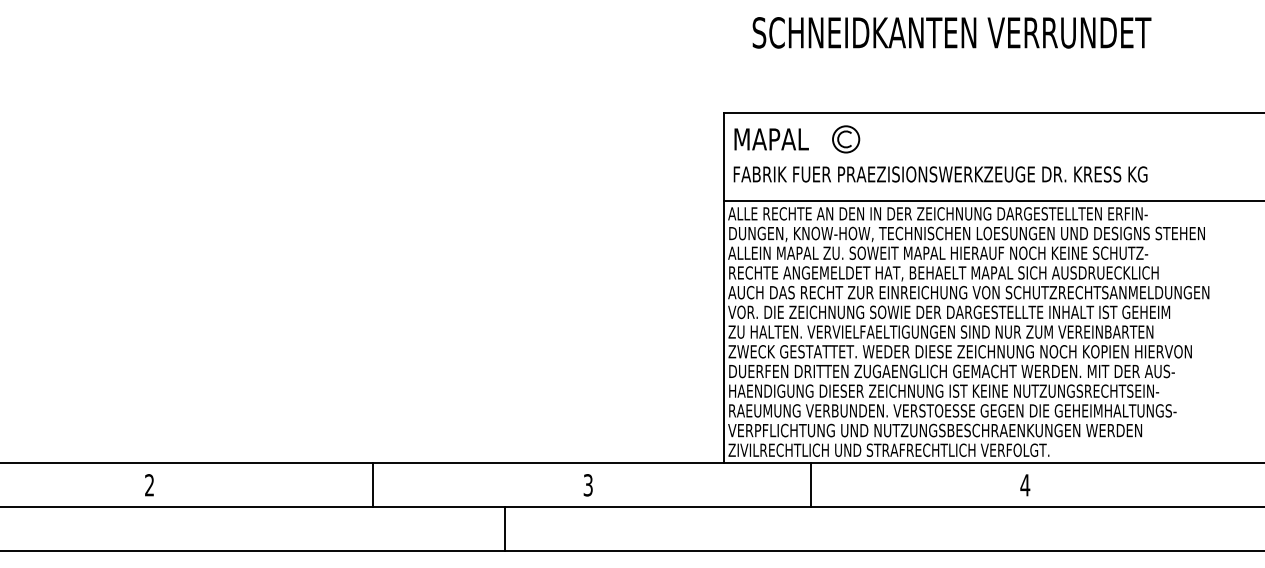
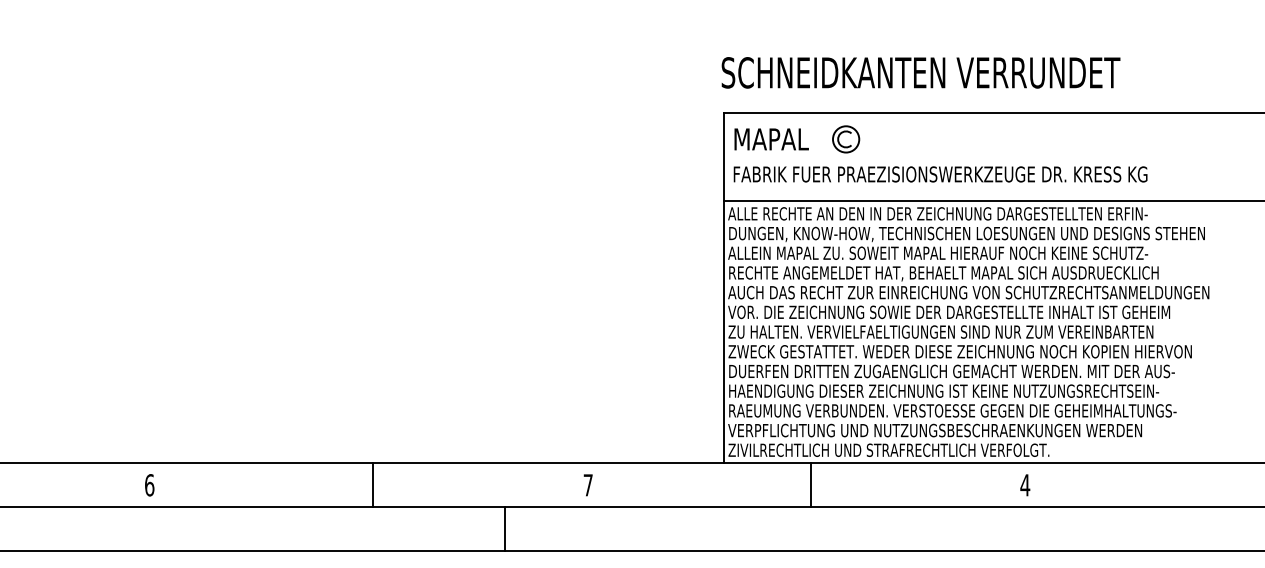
text at (951, 32) position: (951, 32) -> (920, 72)
text at (149, 485): 2 -> 6
text at (587, 485): 3 -> 7
